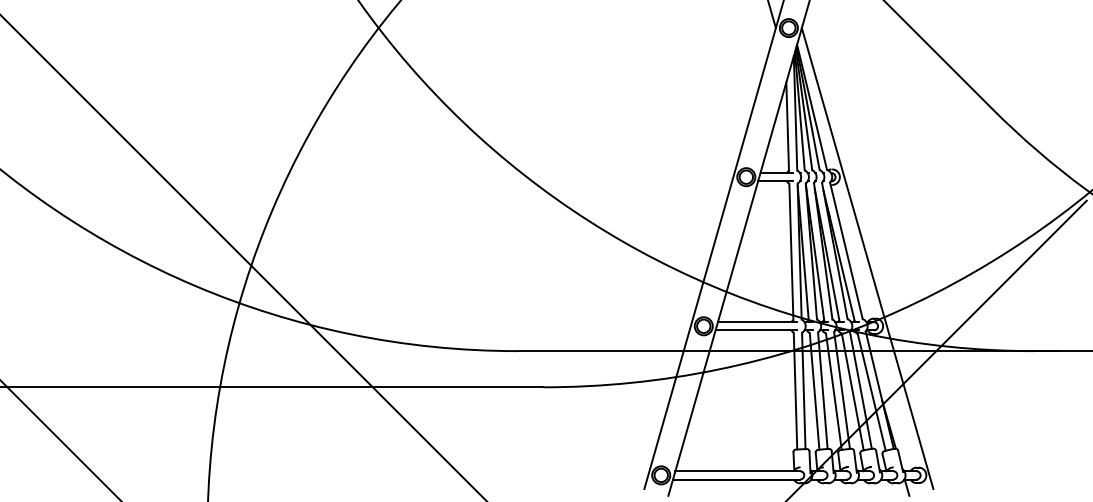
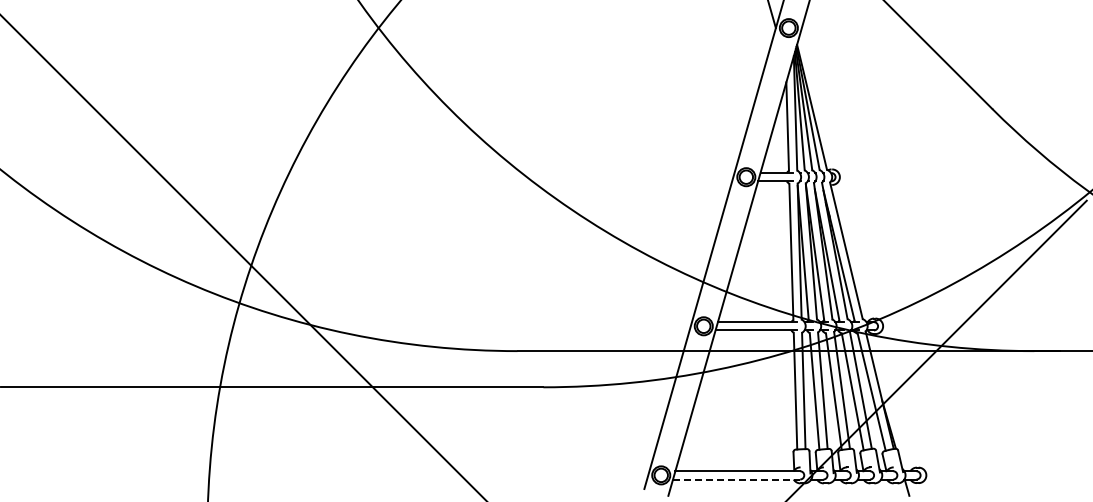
line at (867, 258): present -> none
line at (60, 440): present -> none
line at (736, 479): solid -> dashed
